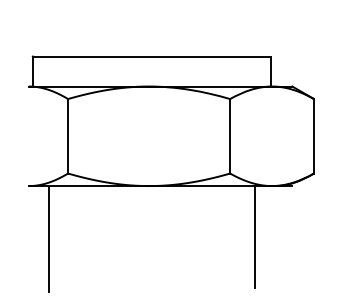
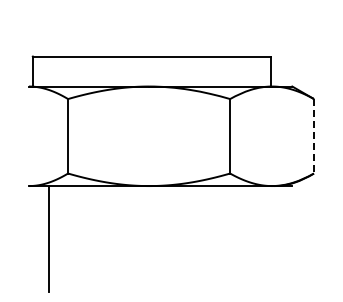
line at (313, 136): solid -> dashed
line at (255, 237): present -> none
